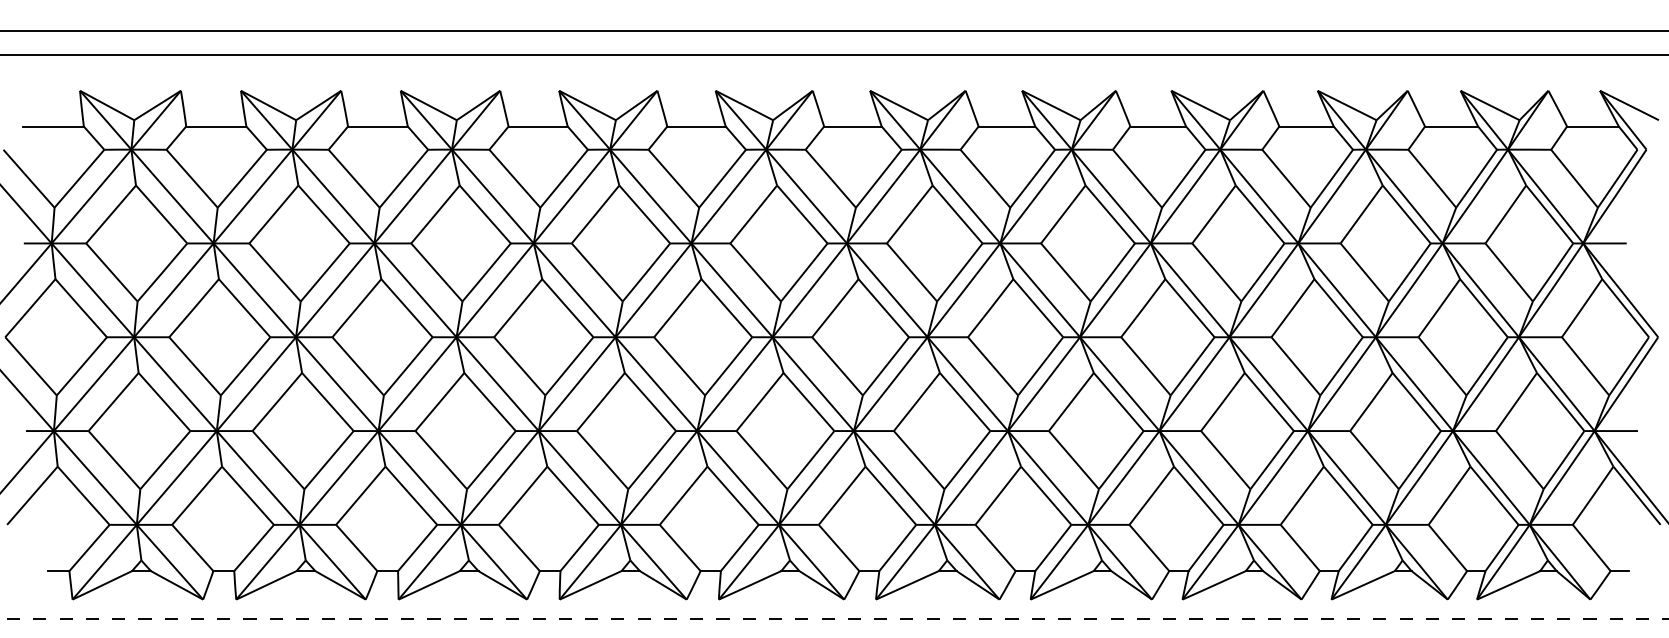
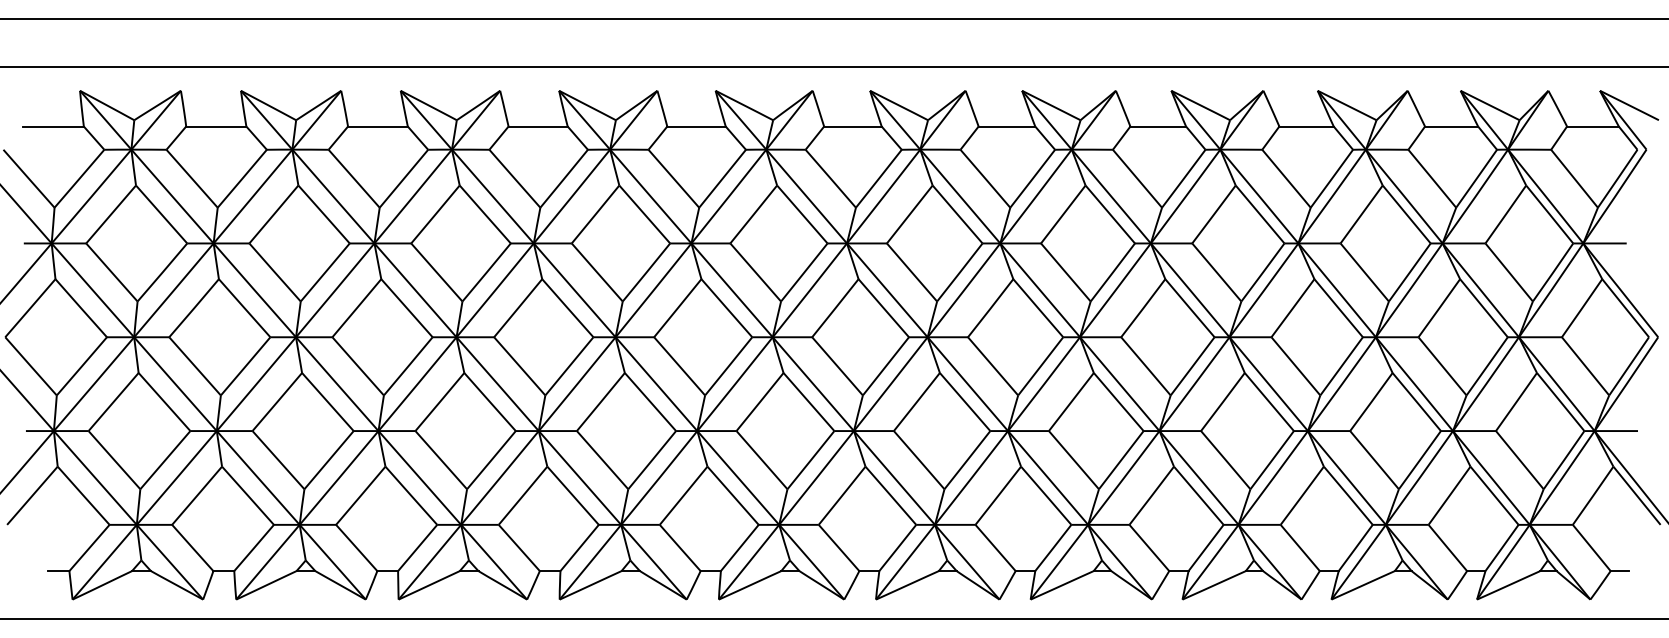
line at (833, 31) position: (833, 31) -> (833, 19)
line at (833, 54) position: (833, 54) -> (833, 66)
line at (834, 618): dashed -> solid
